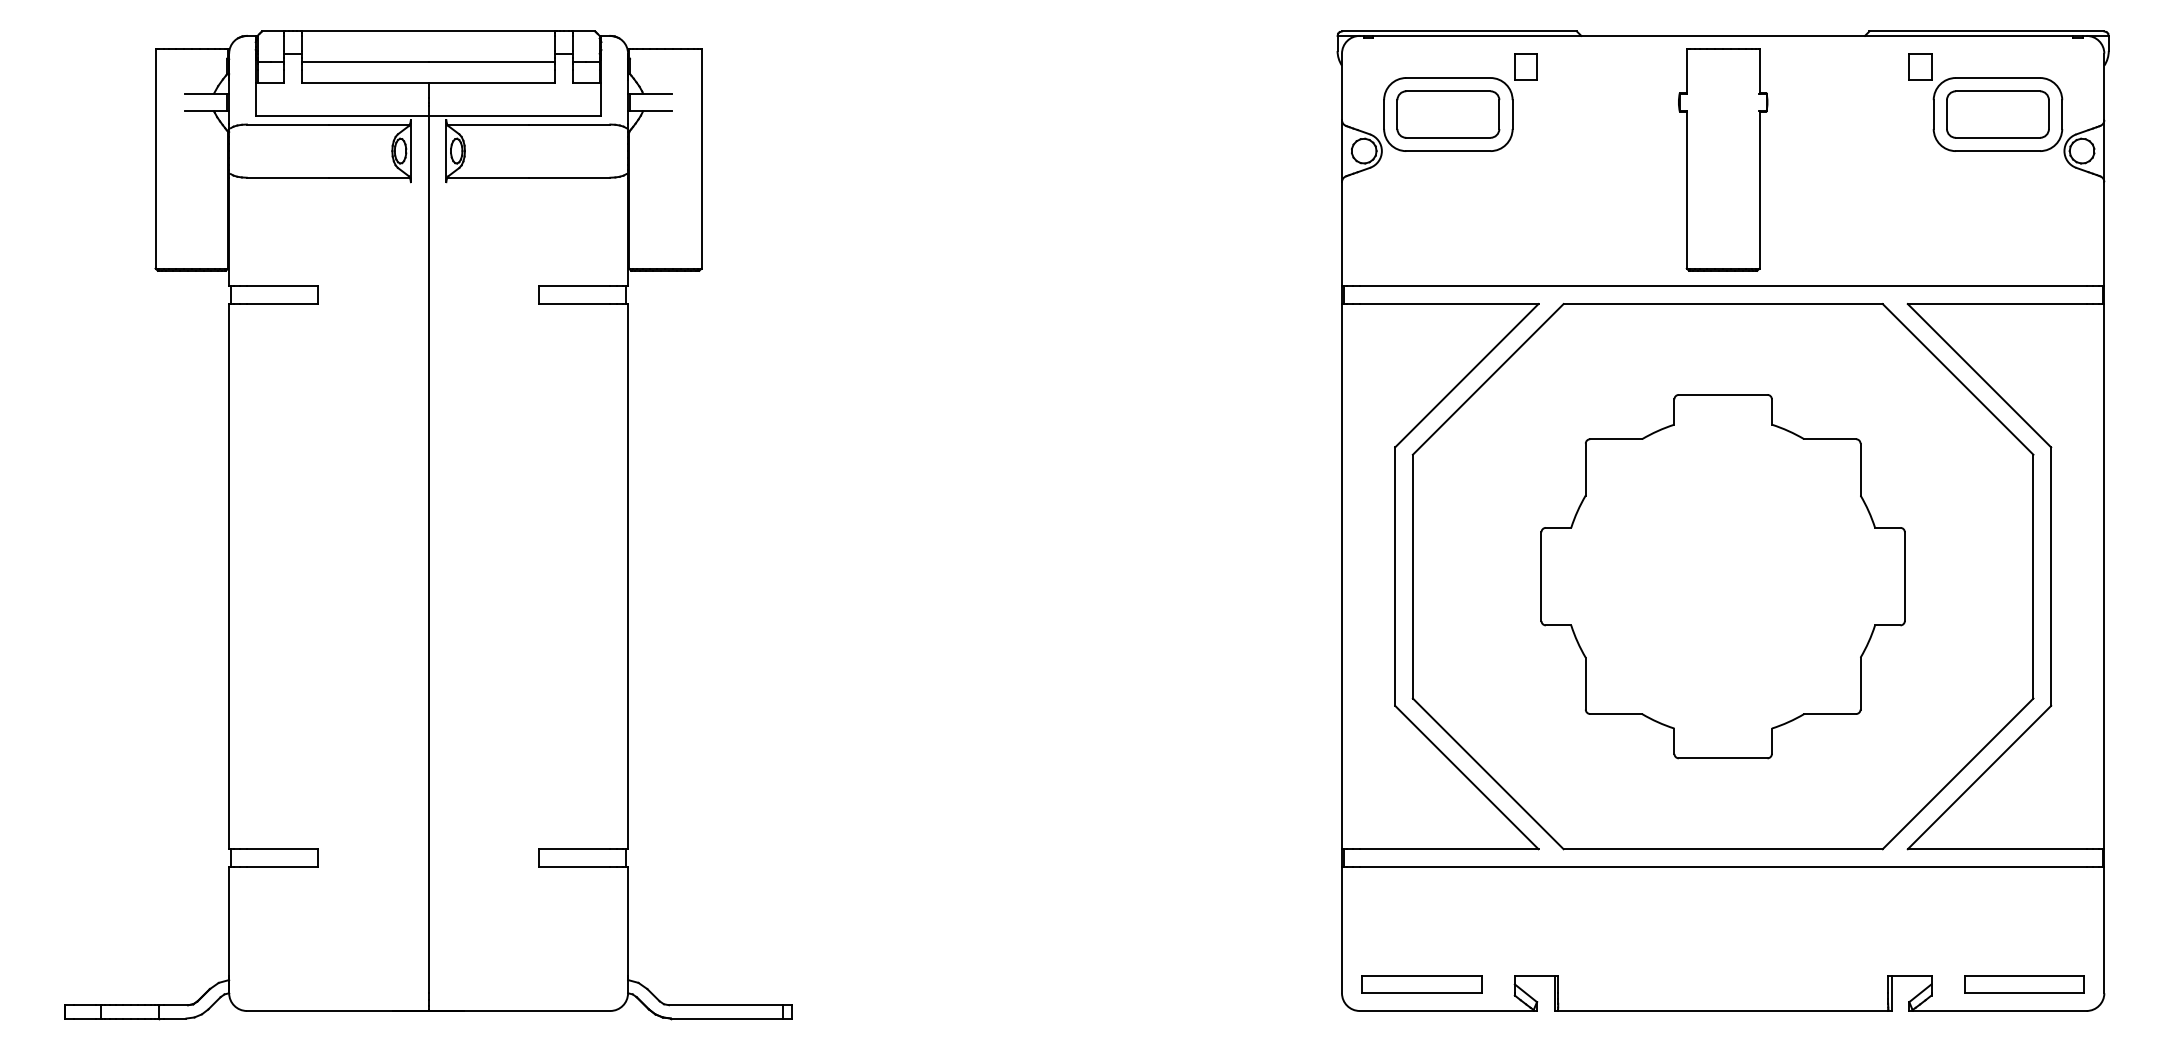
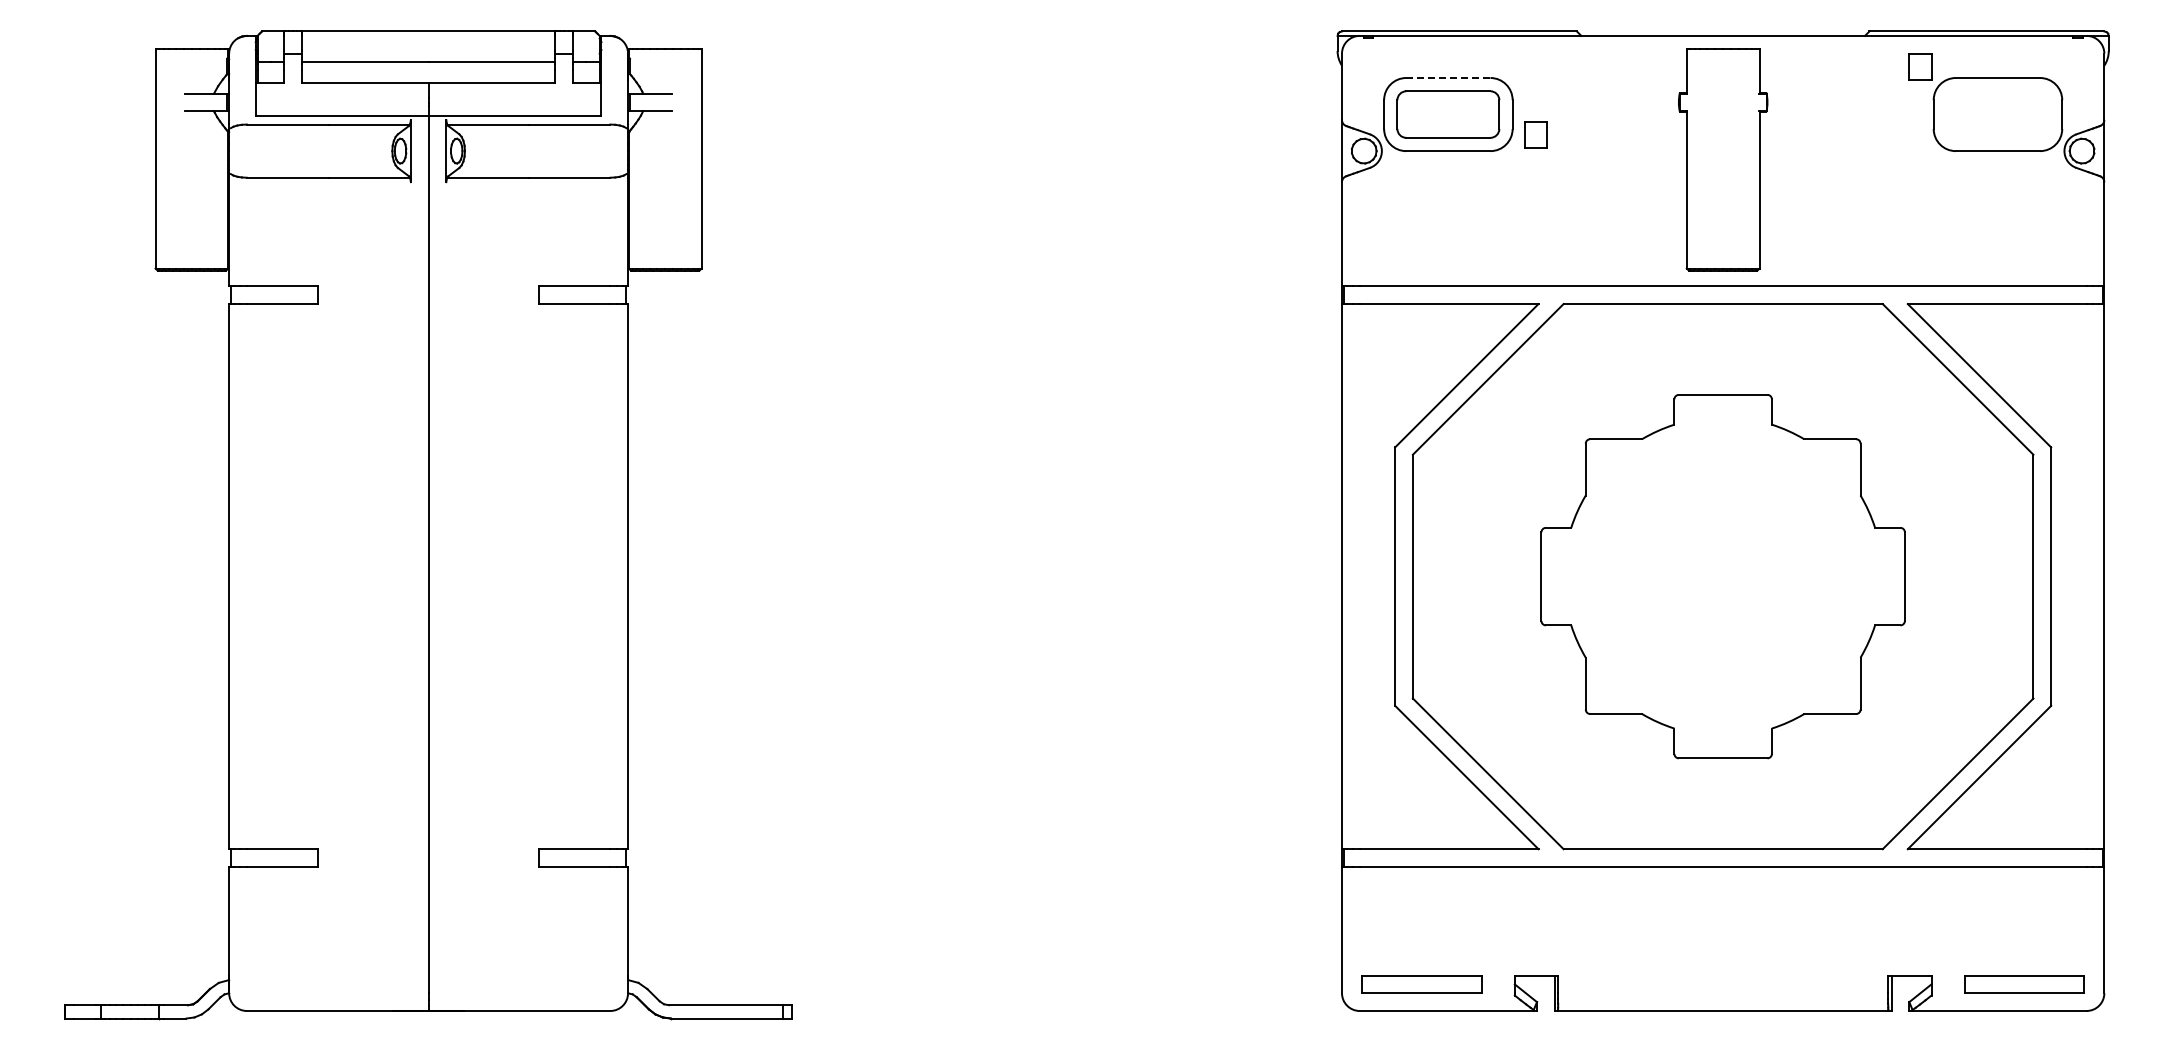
part at (1525, 66) position: (1525, 66) -> (1535, 134)
line at (1448, 78): solid -> dashed
part at (1997, 114): present -> none
